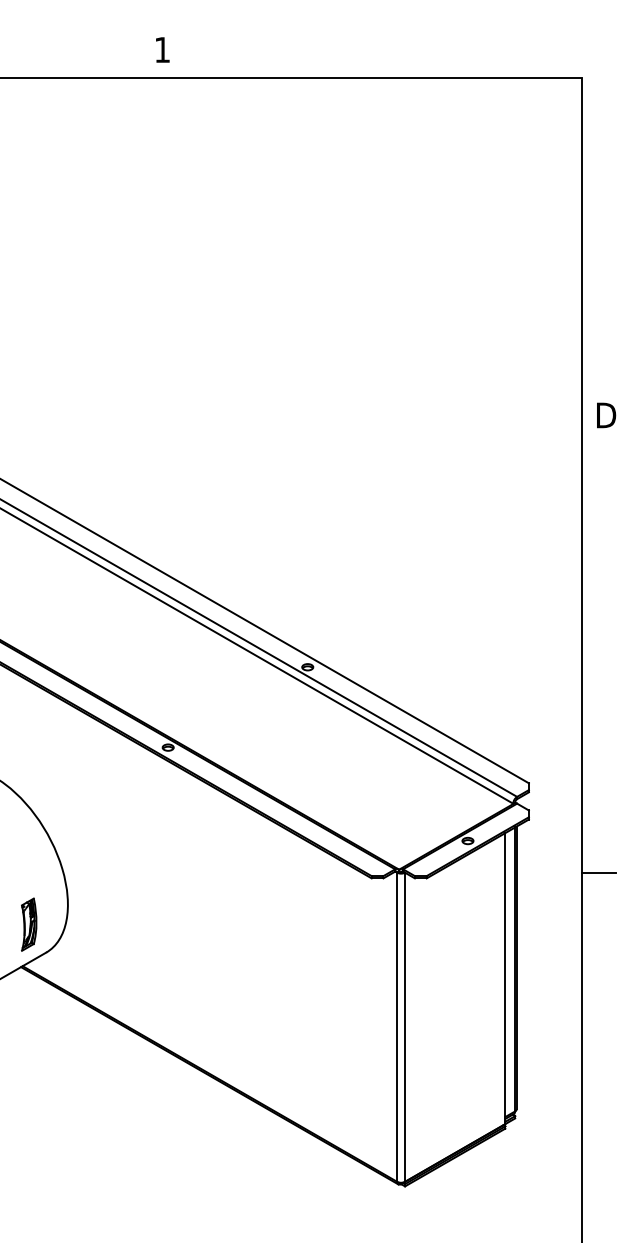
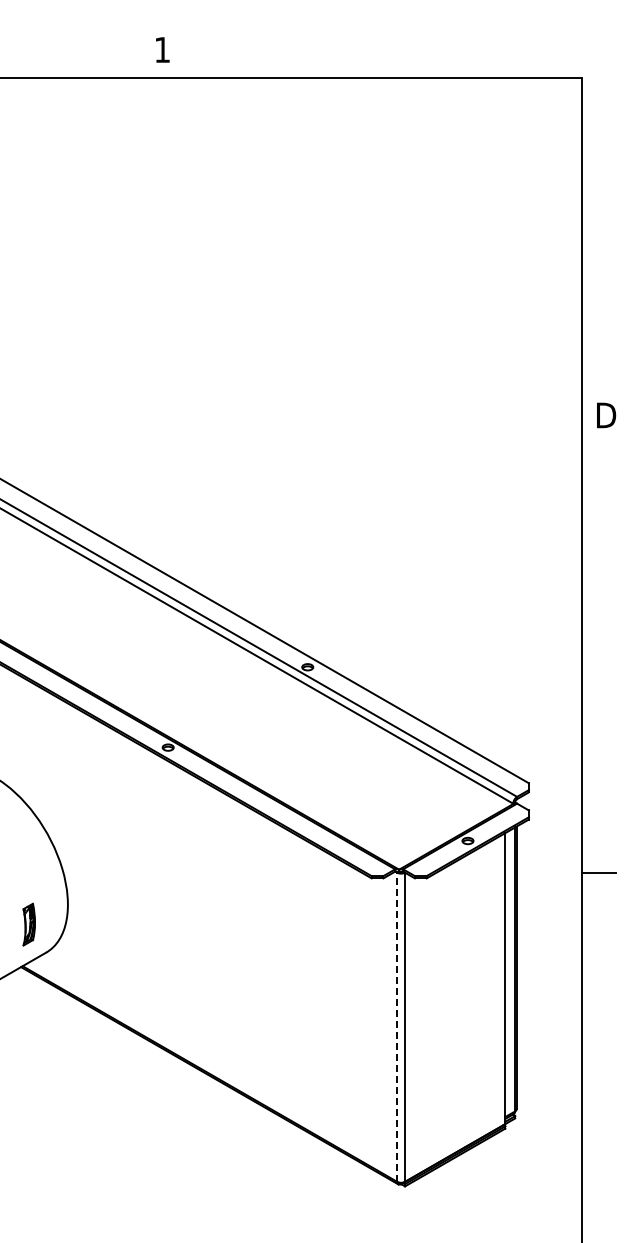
part at (29, 924) size: 17x55 px -> 14x45 px
line at (397, 1027): solid -> dashed
